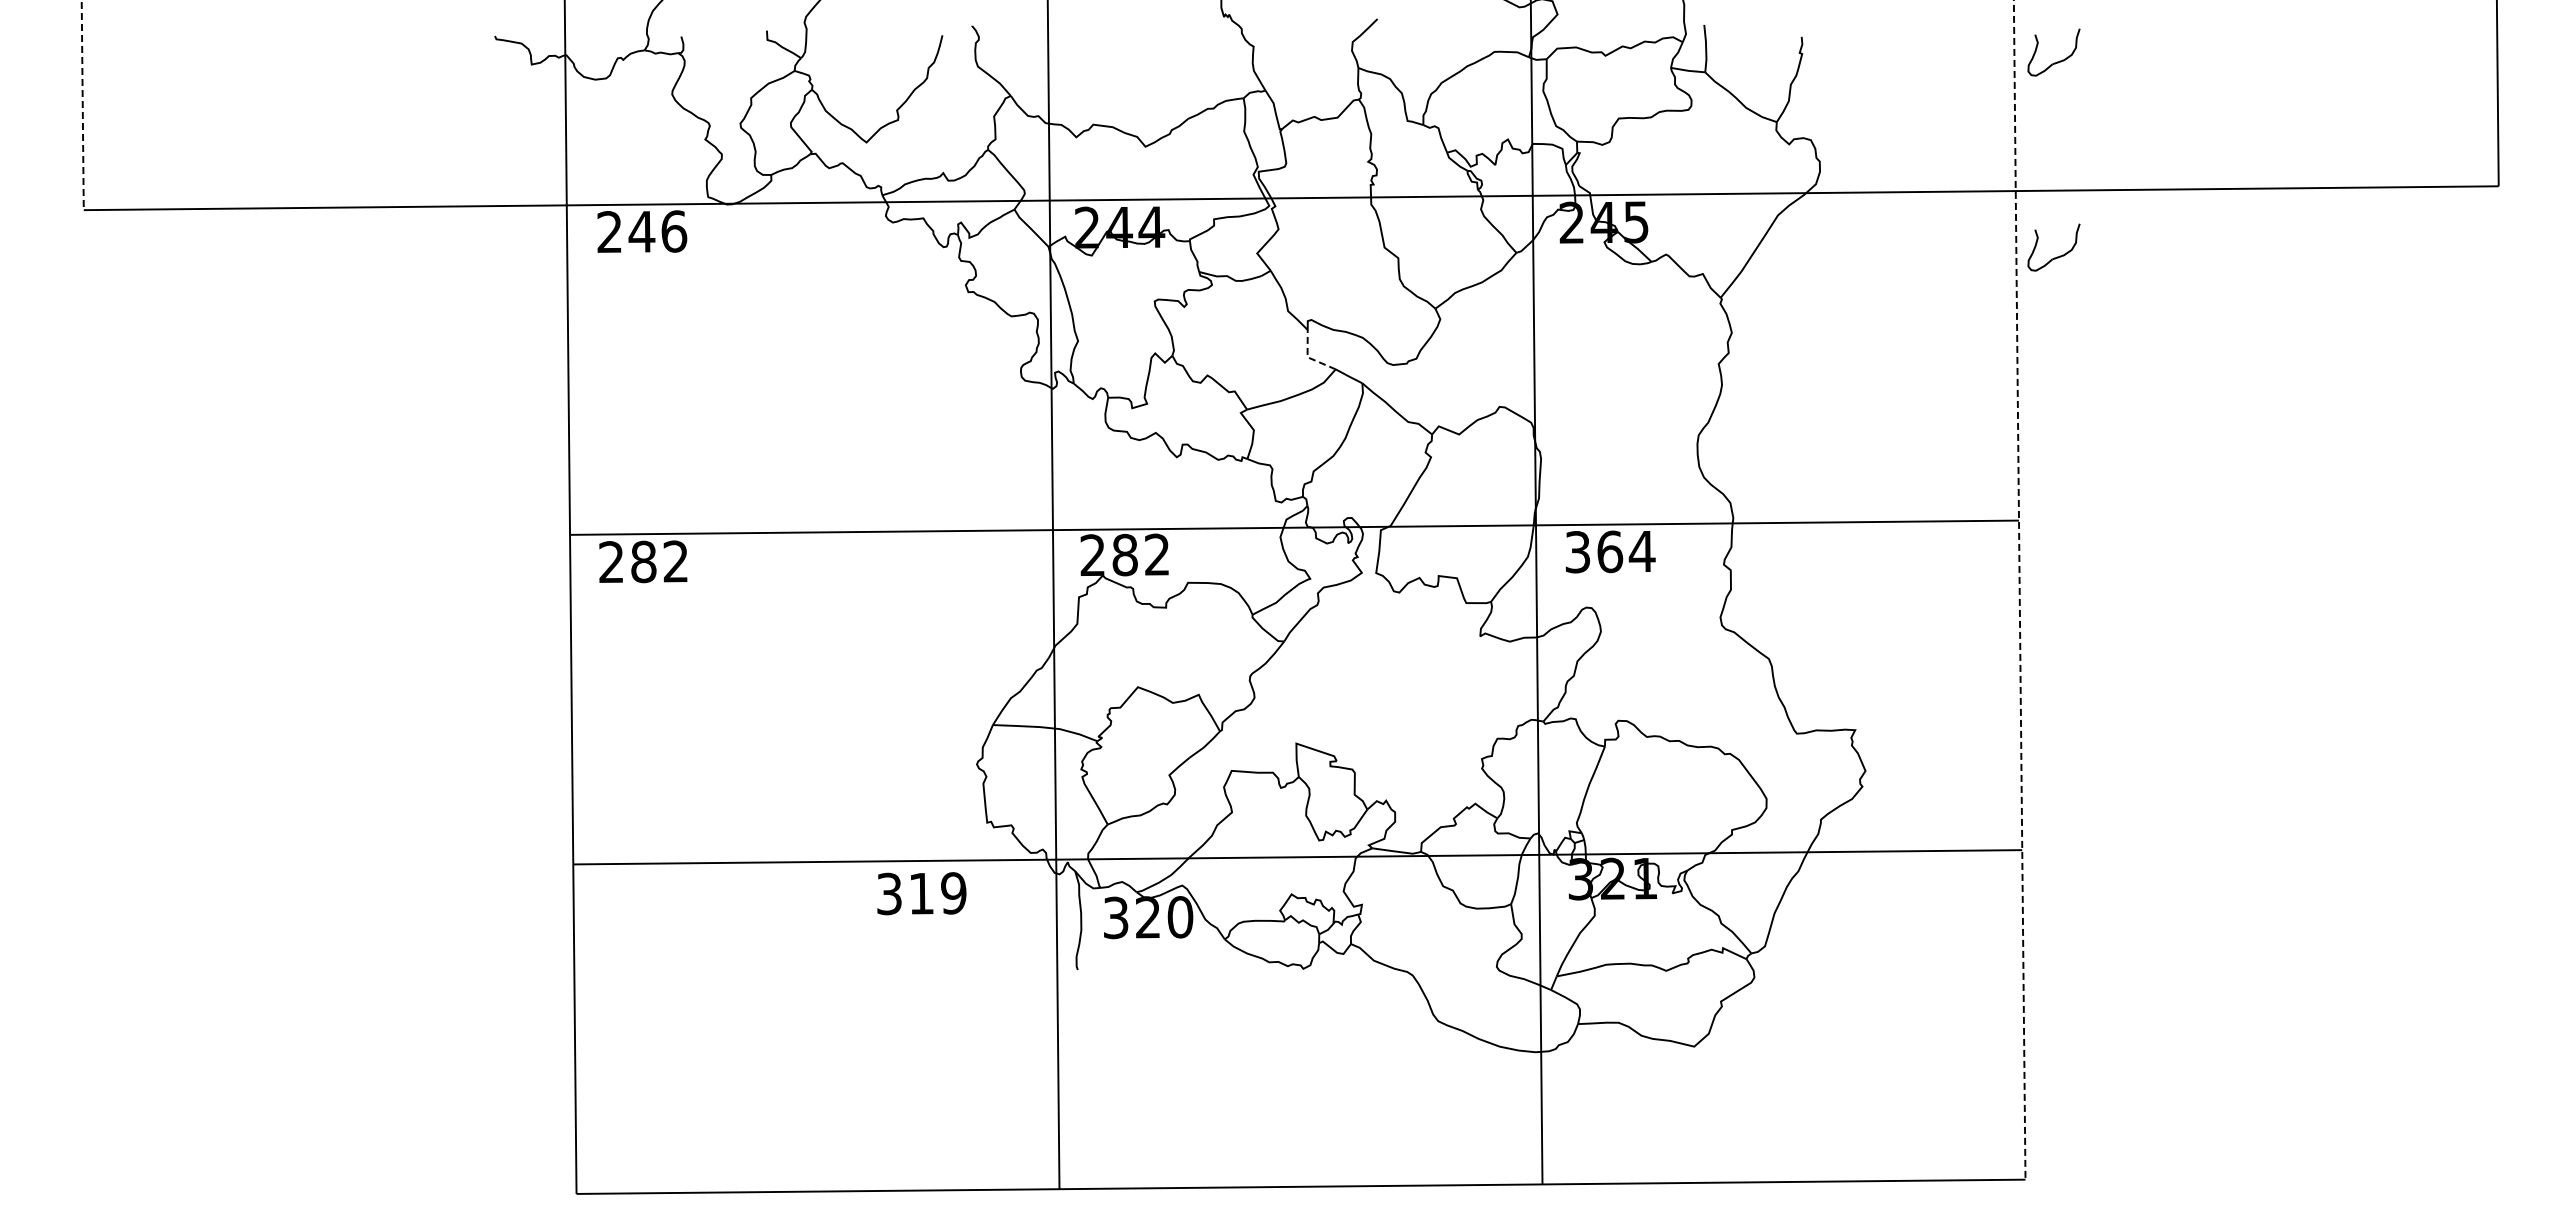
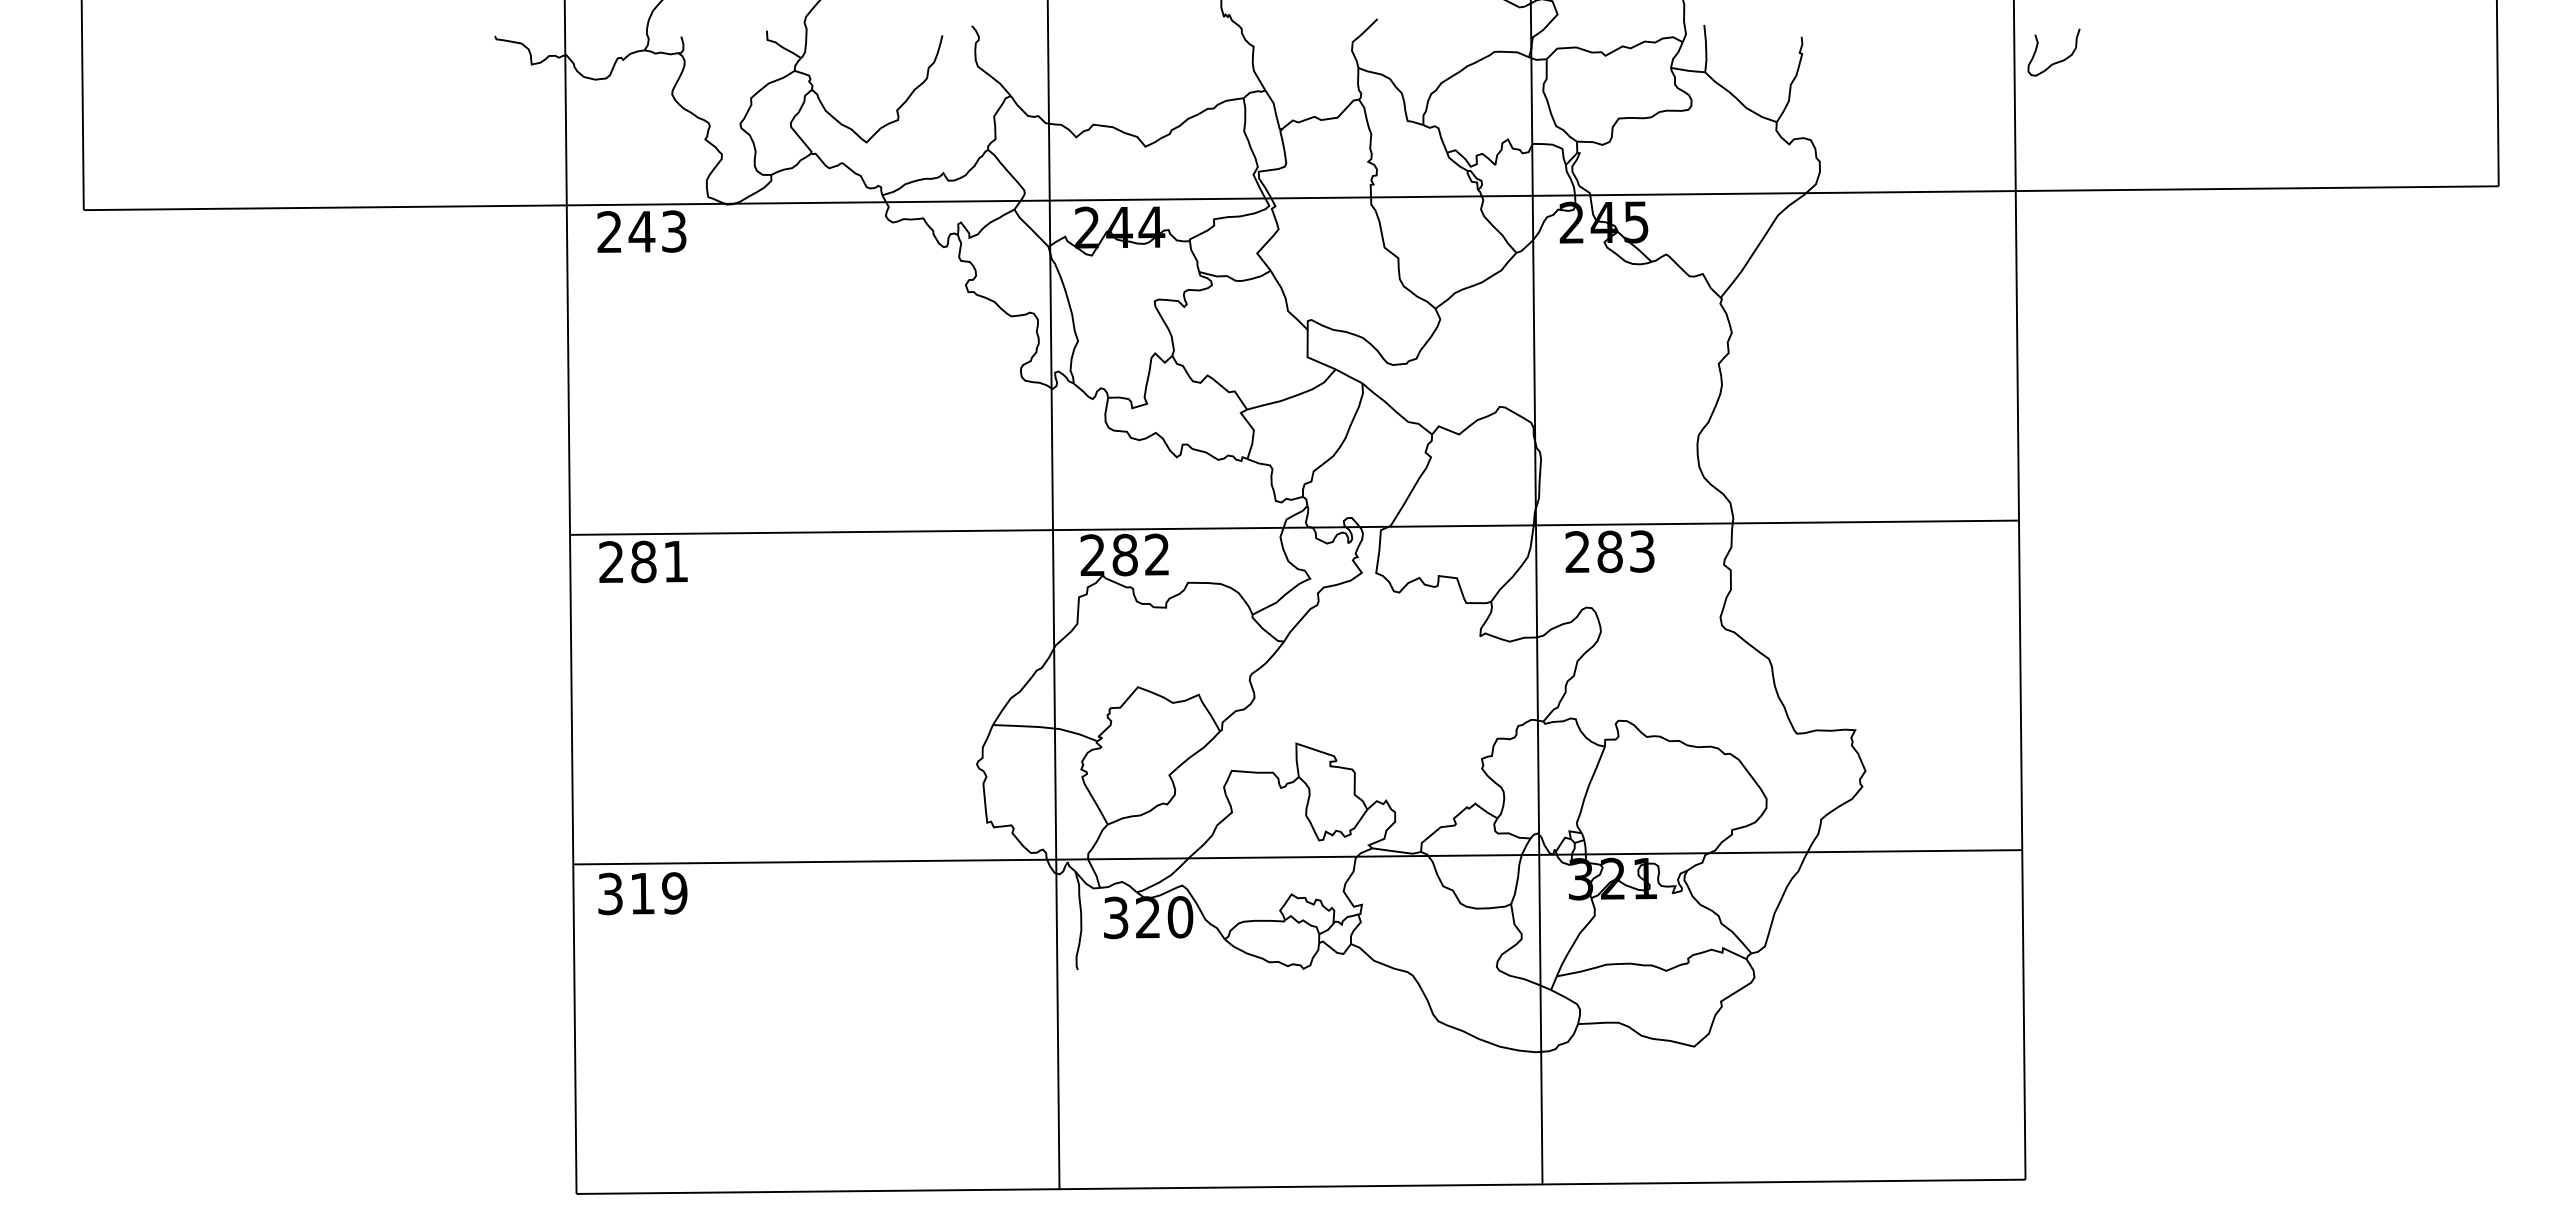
line at (82, 105): dashed -> solid
text at (674, 231): 246 -> 243
part at (2057, 256): present -> none
line at (1308, 357): dashed -> solid
text at (1610, 551): 364 -> 283
text at (675, 561): 282 -> 281
line at (2019, 590): dashed -> solid
text at (921, 893) position: (921, 893) -> (642, 893)
